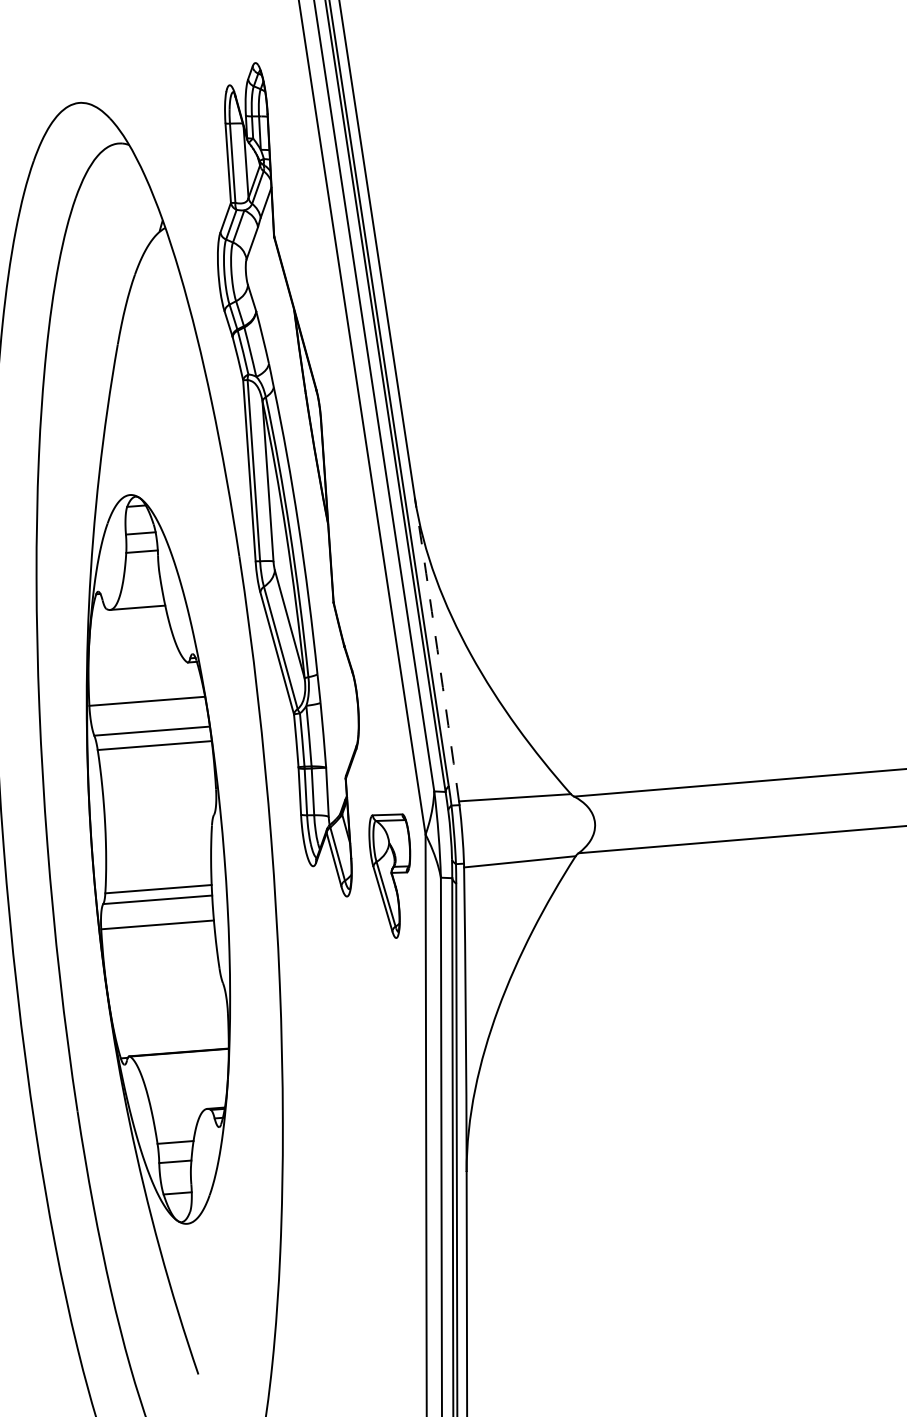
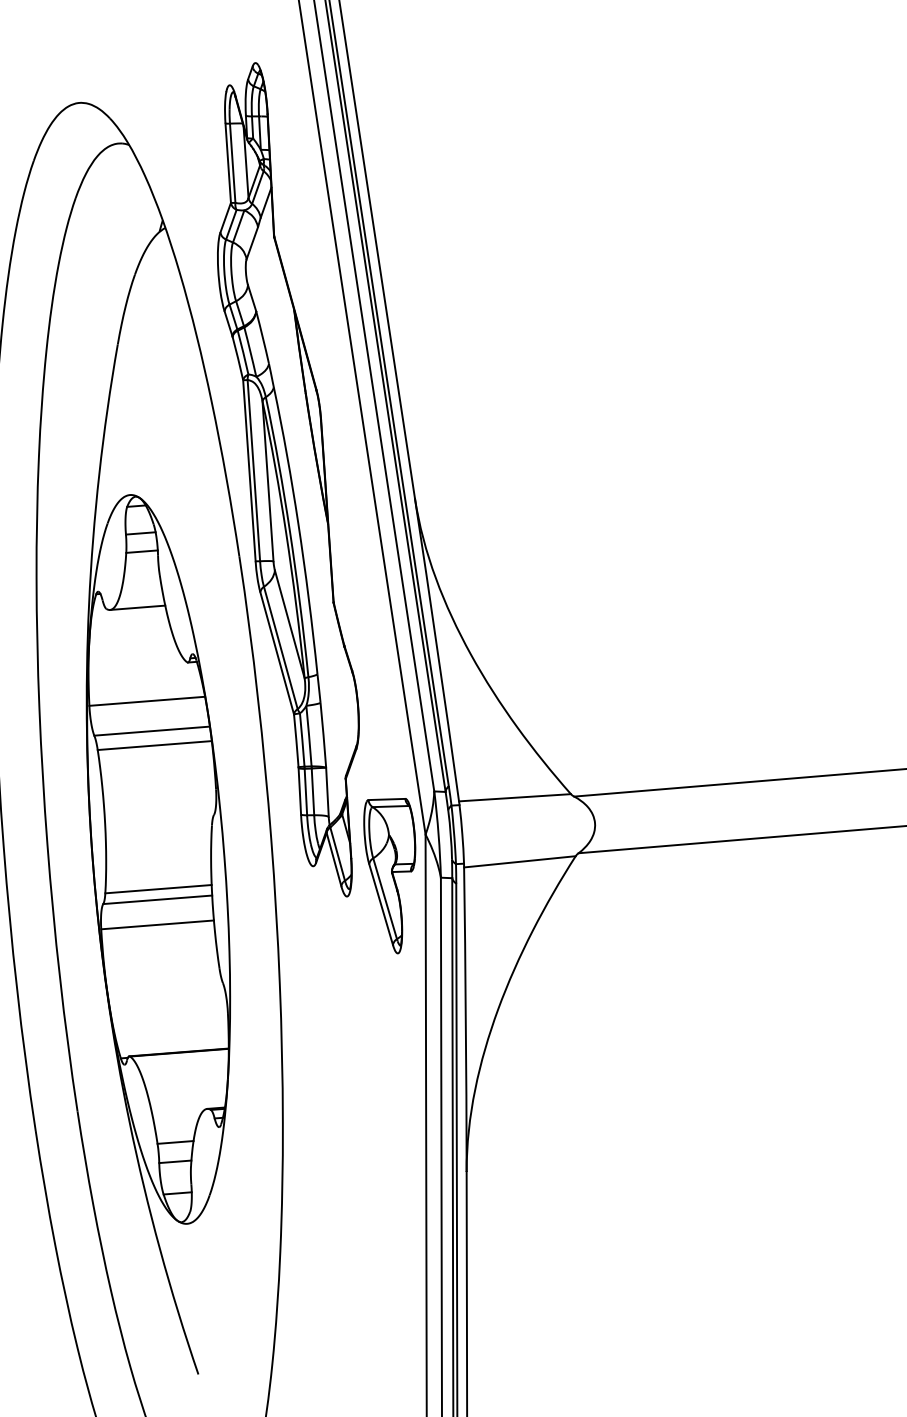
arc at (437, 649): dashed -> solid
part at (389, 875) size: 44x126 px -> 54x157 px
